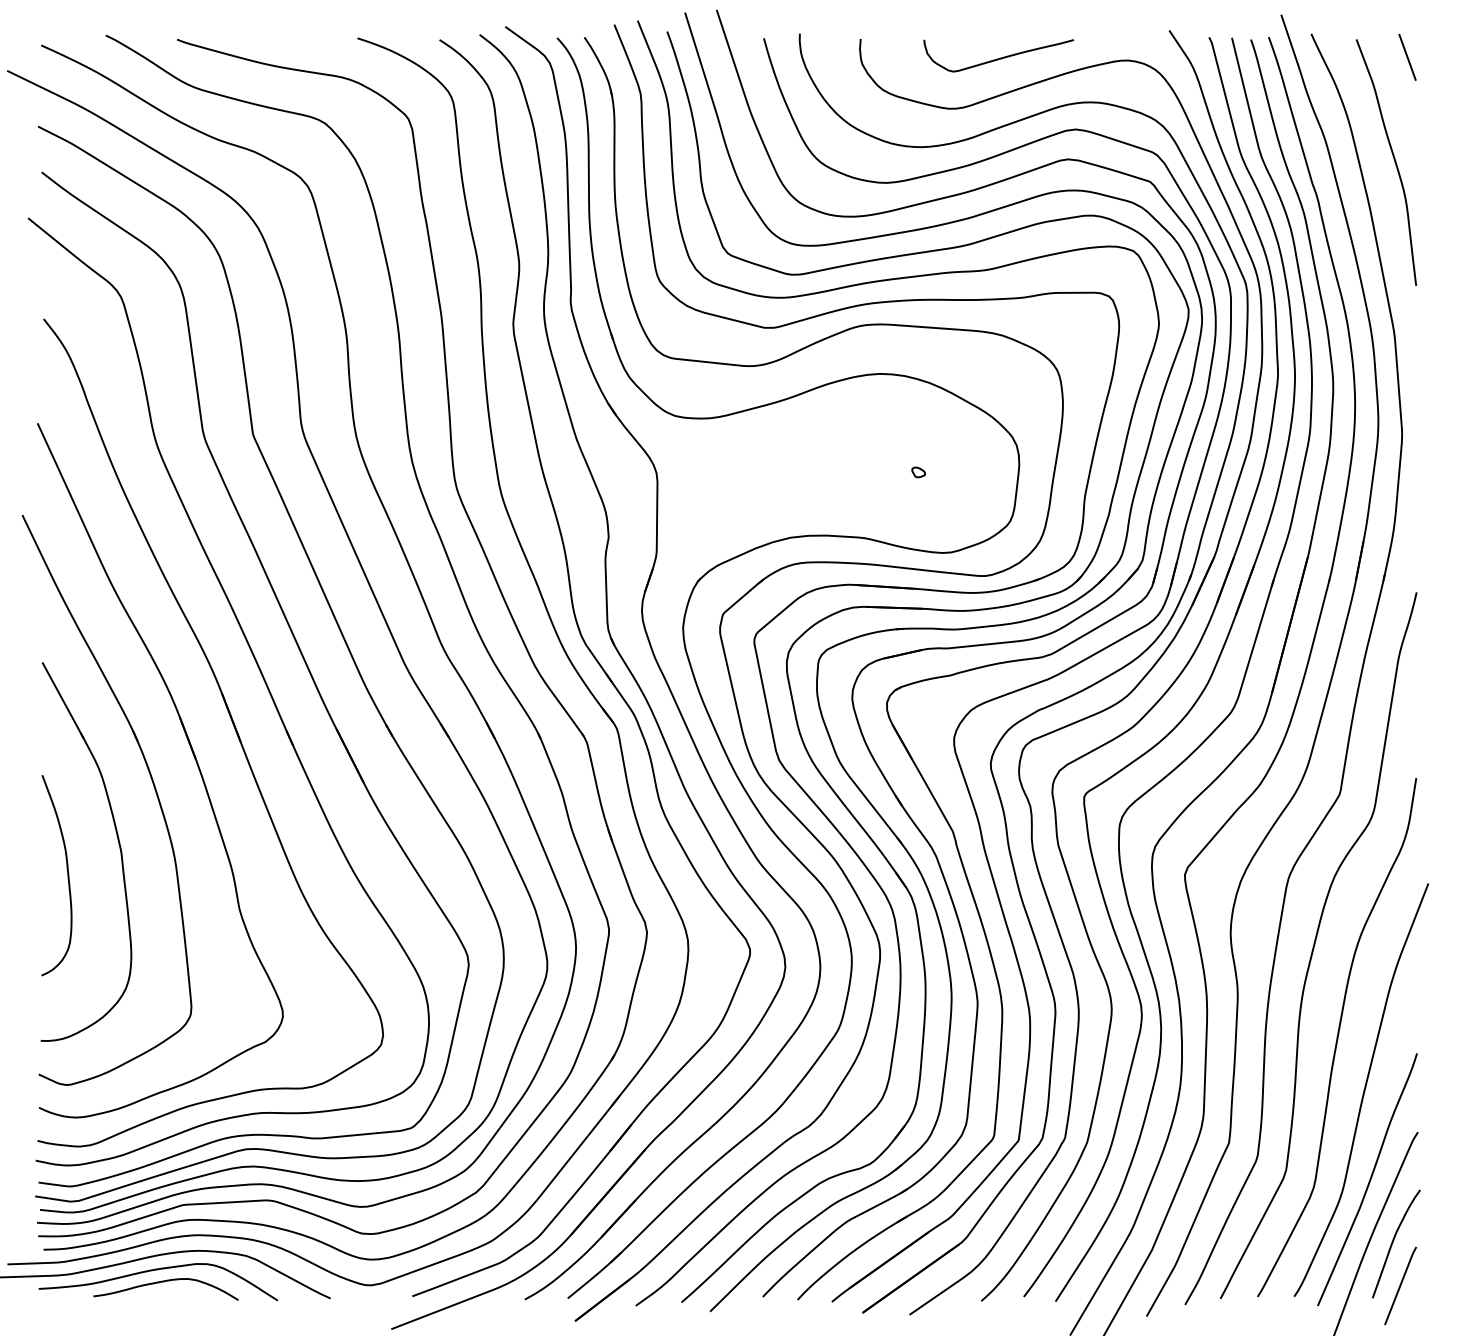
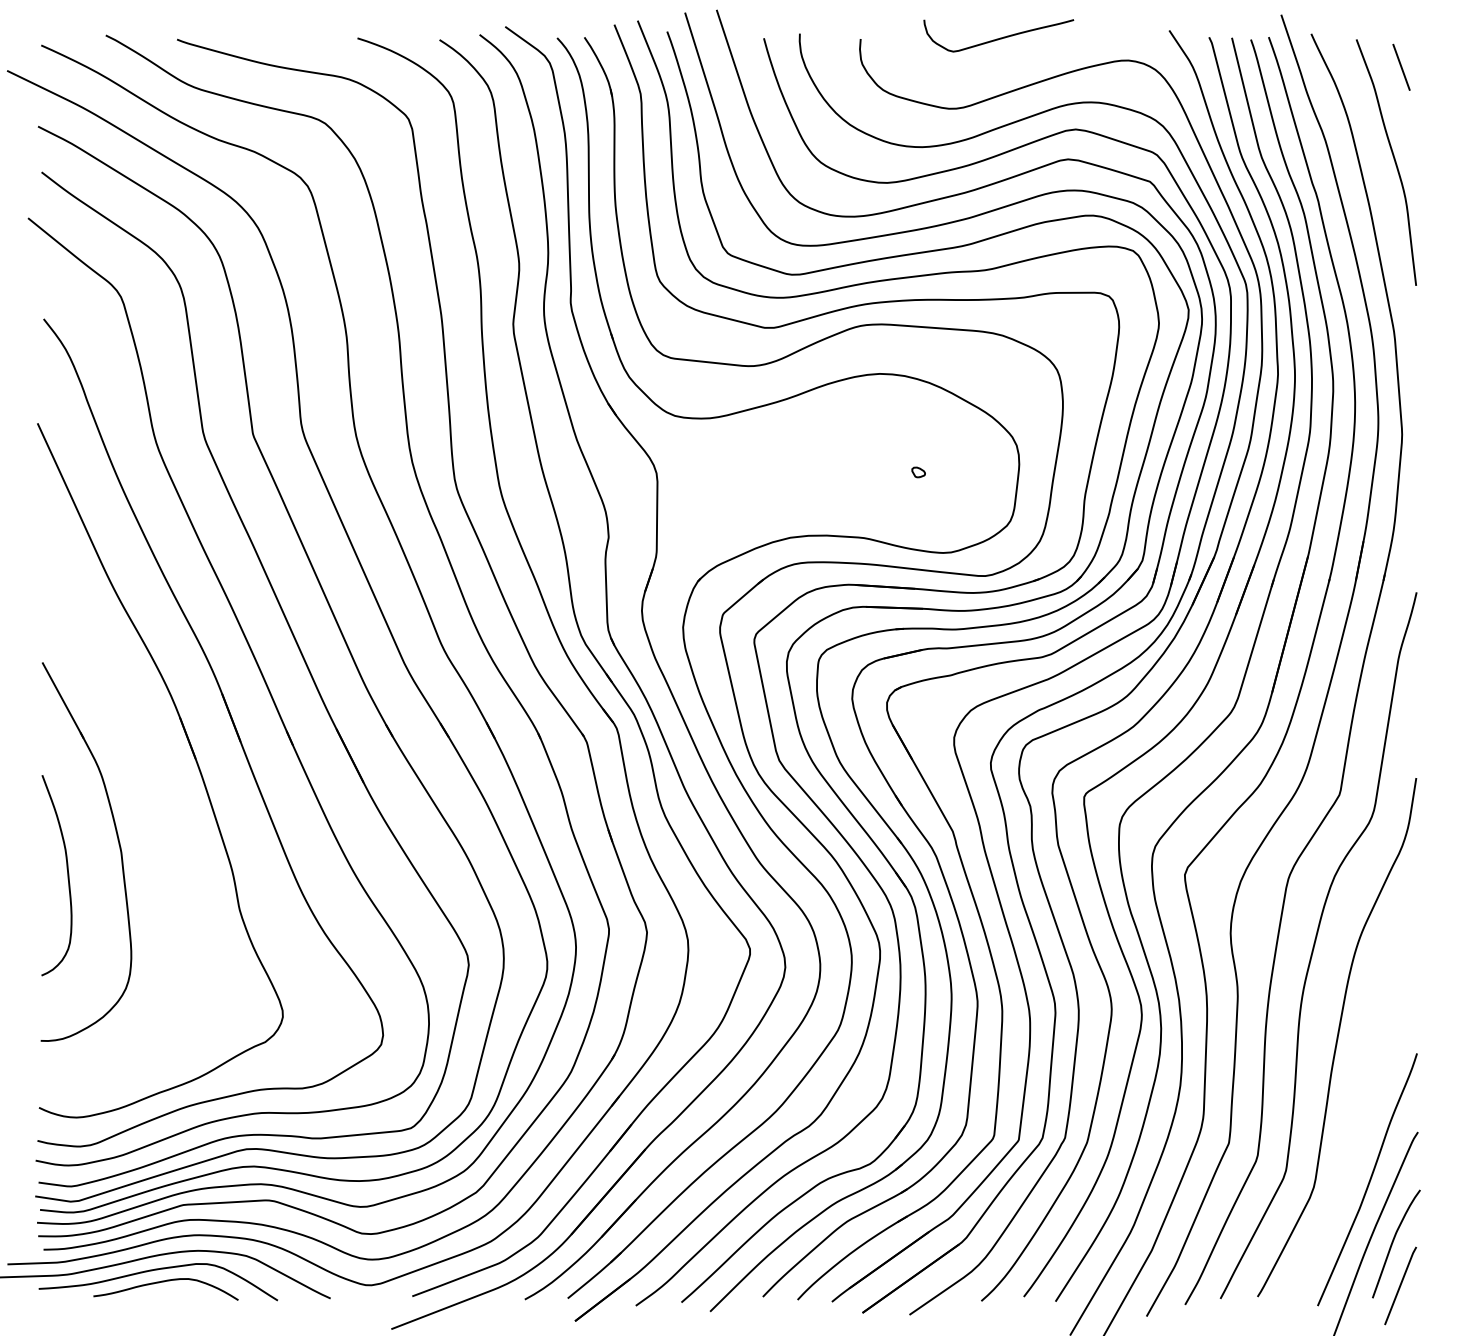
line at (1407, 56) position: (1407, 56) -> (1401, 66)
curve at (1000, 57) position: (1000, 57) -> (1000, 37)
part at (154, 790): present -> none
curve at (1363, 1089): present -> none
